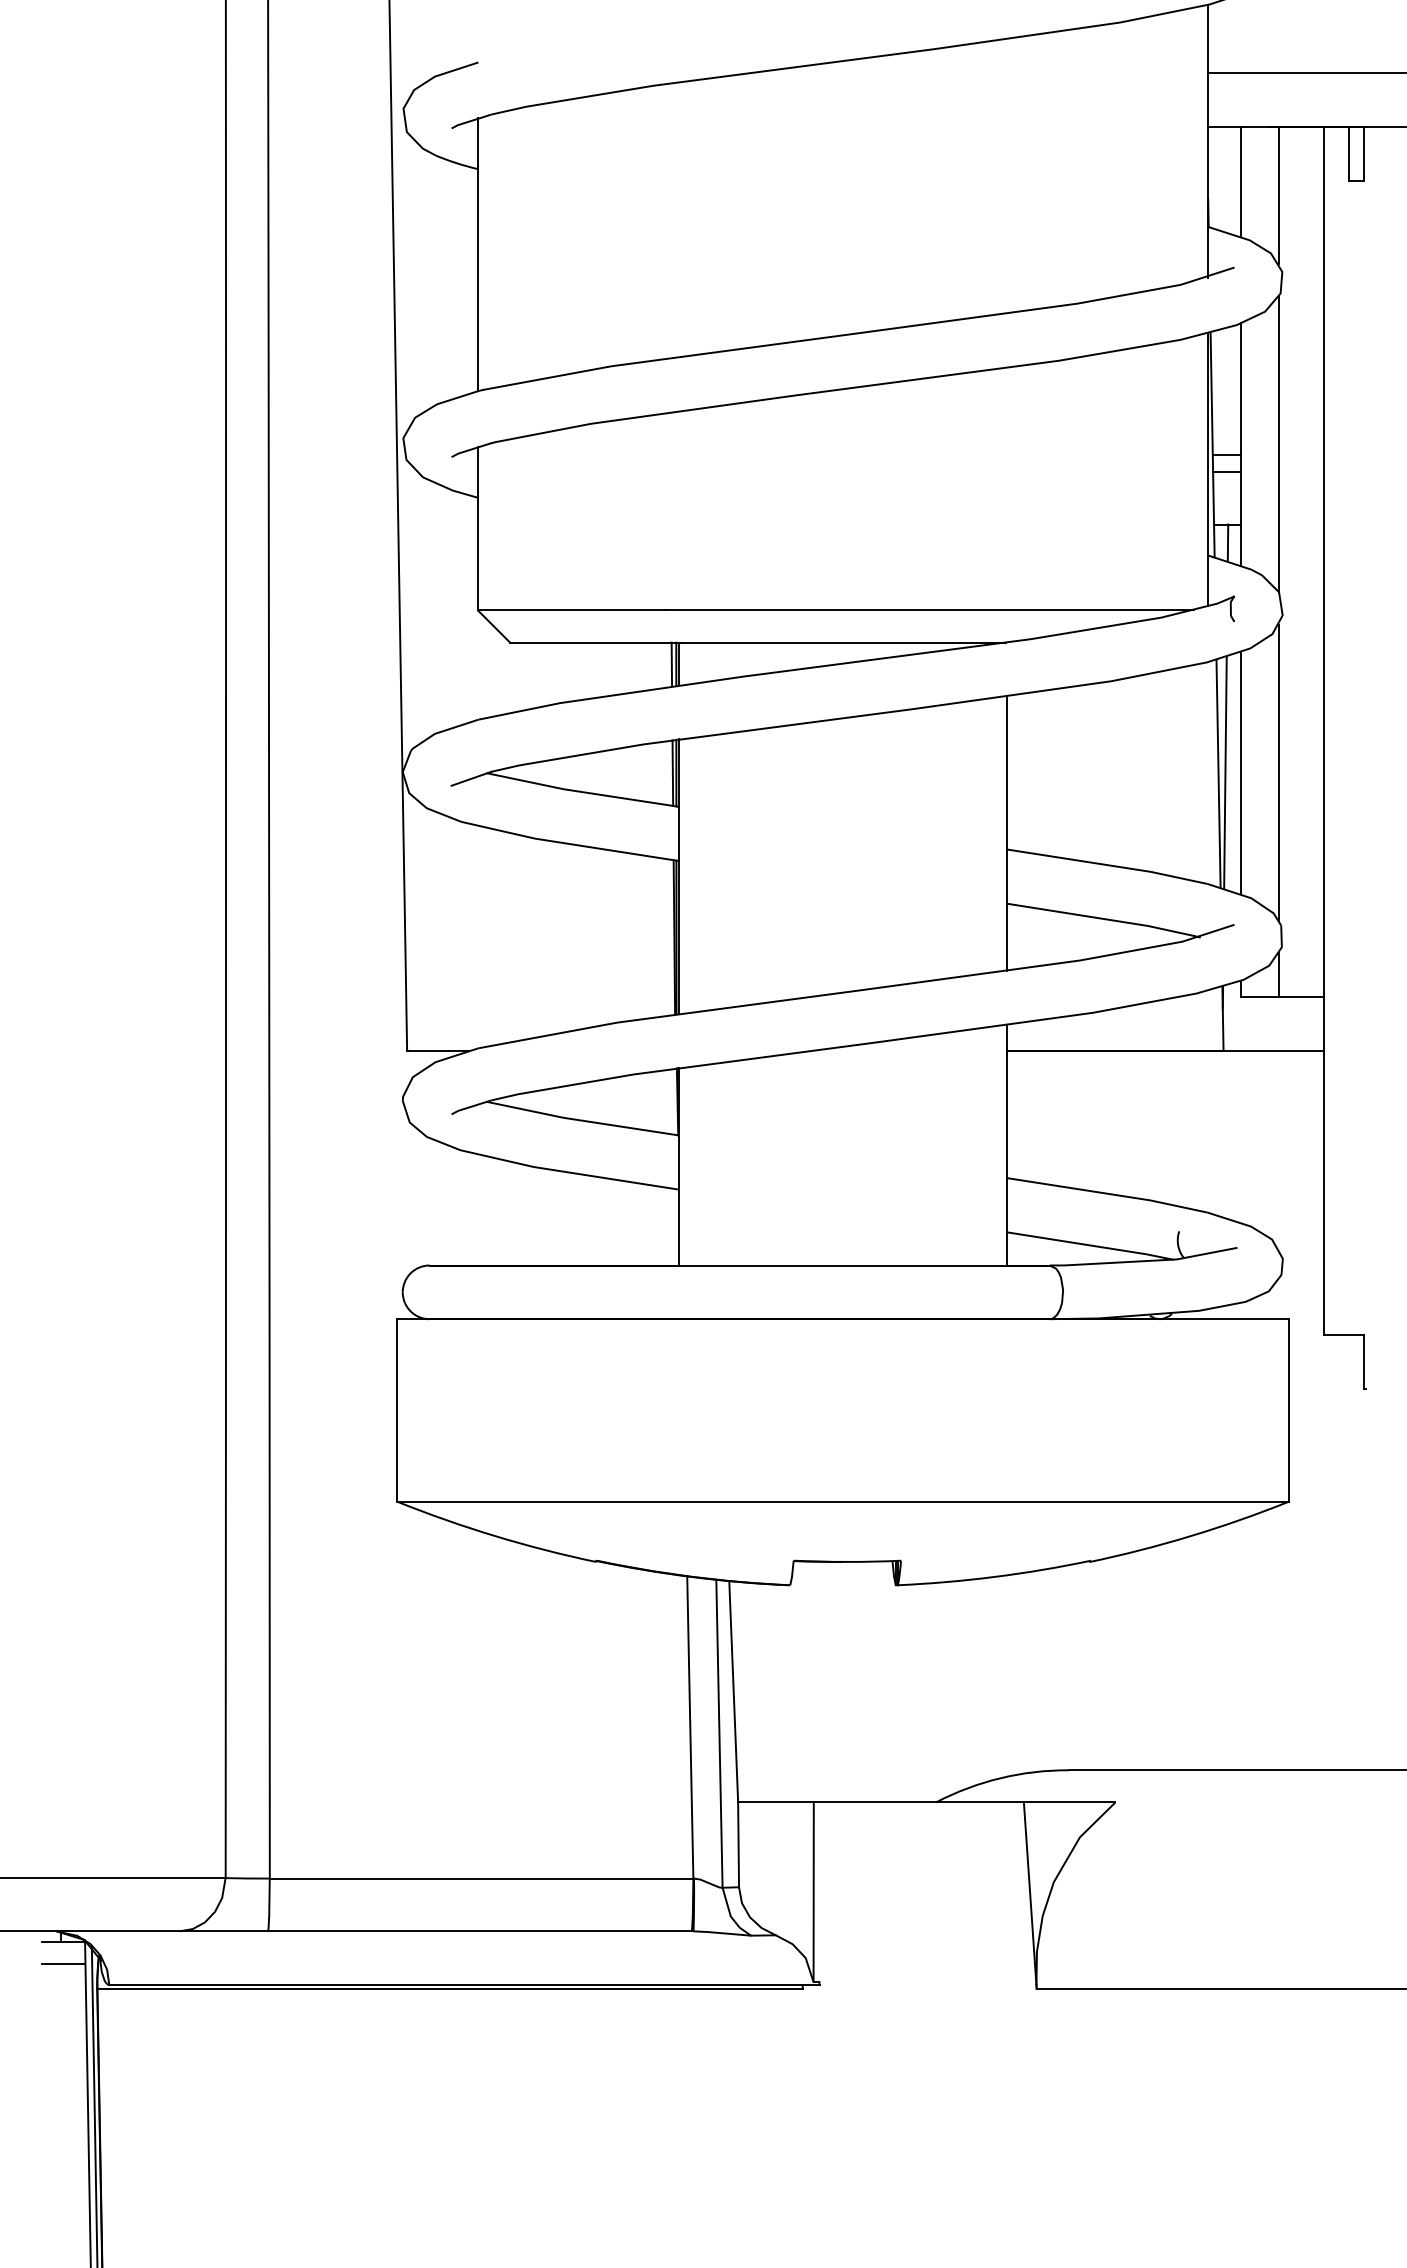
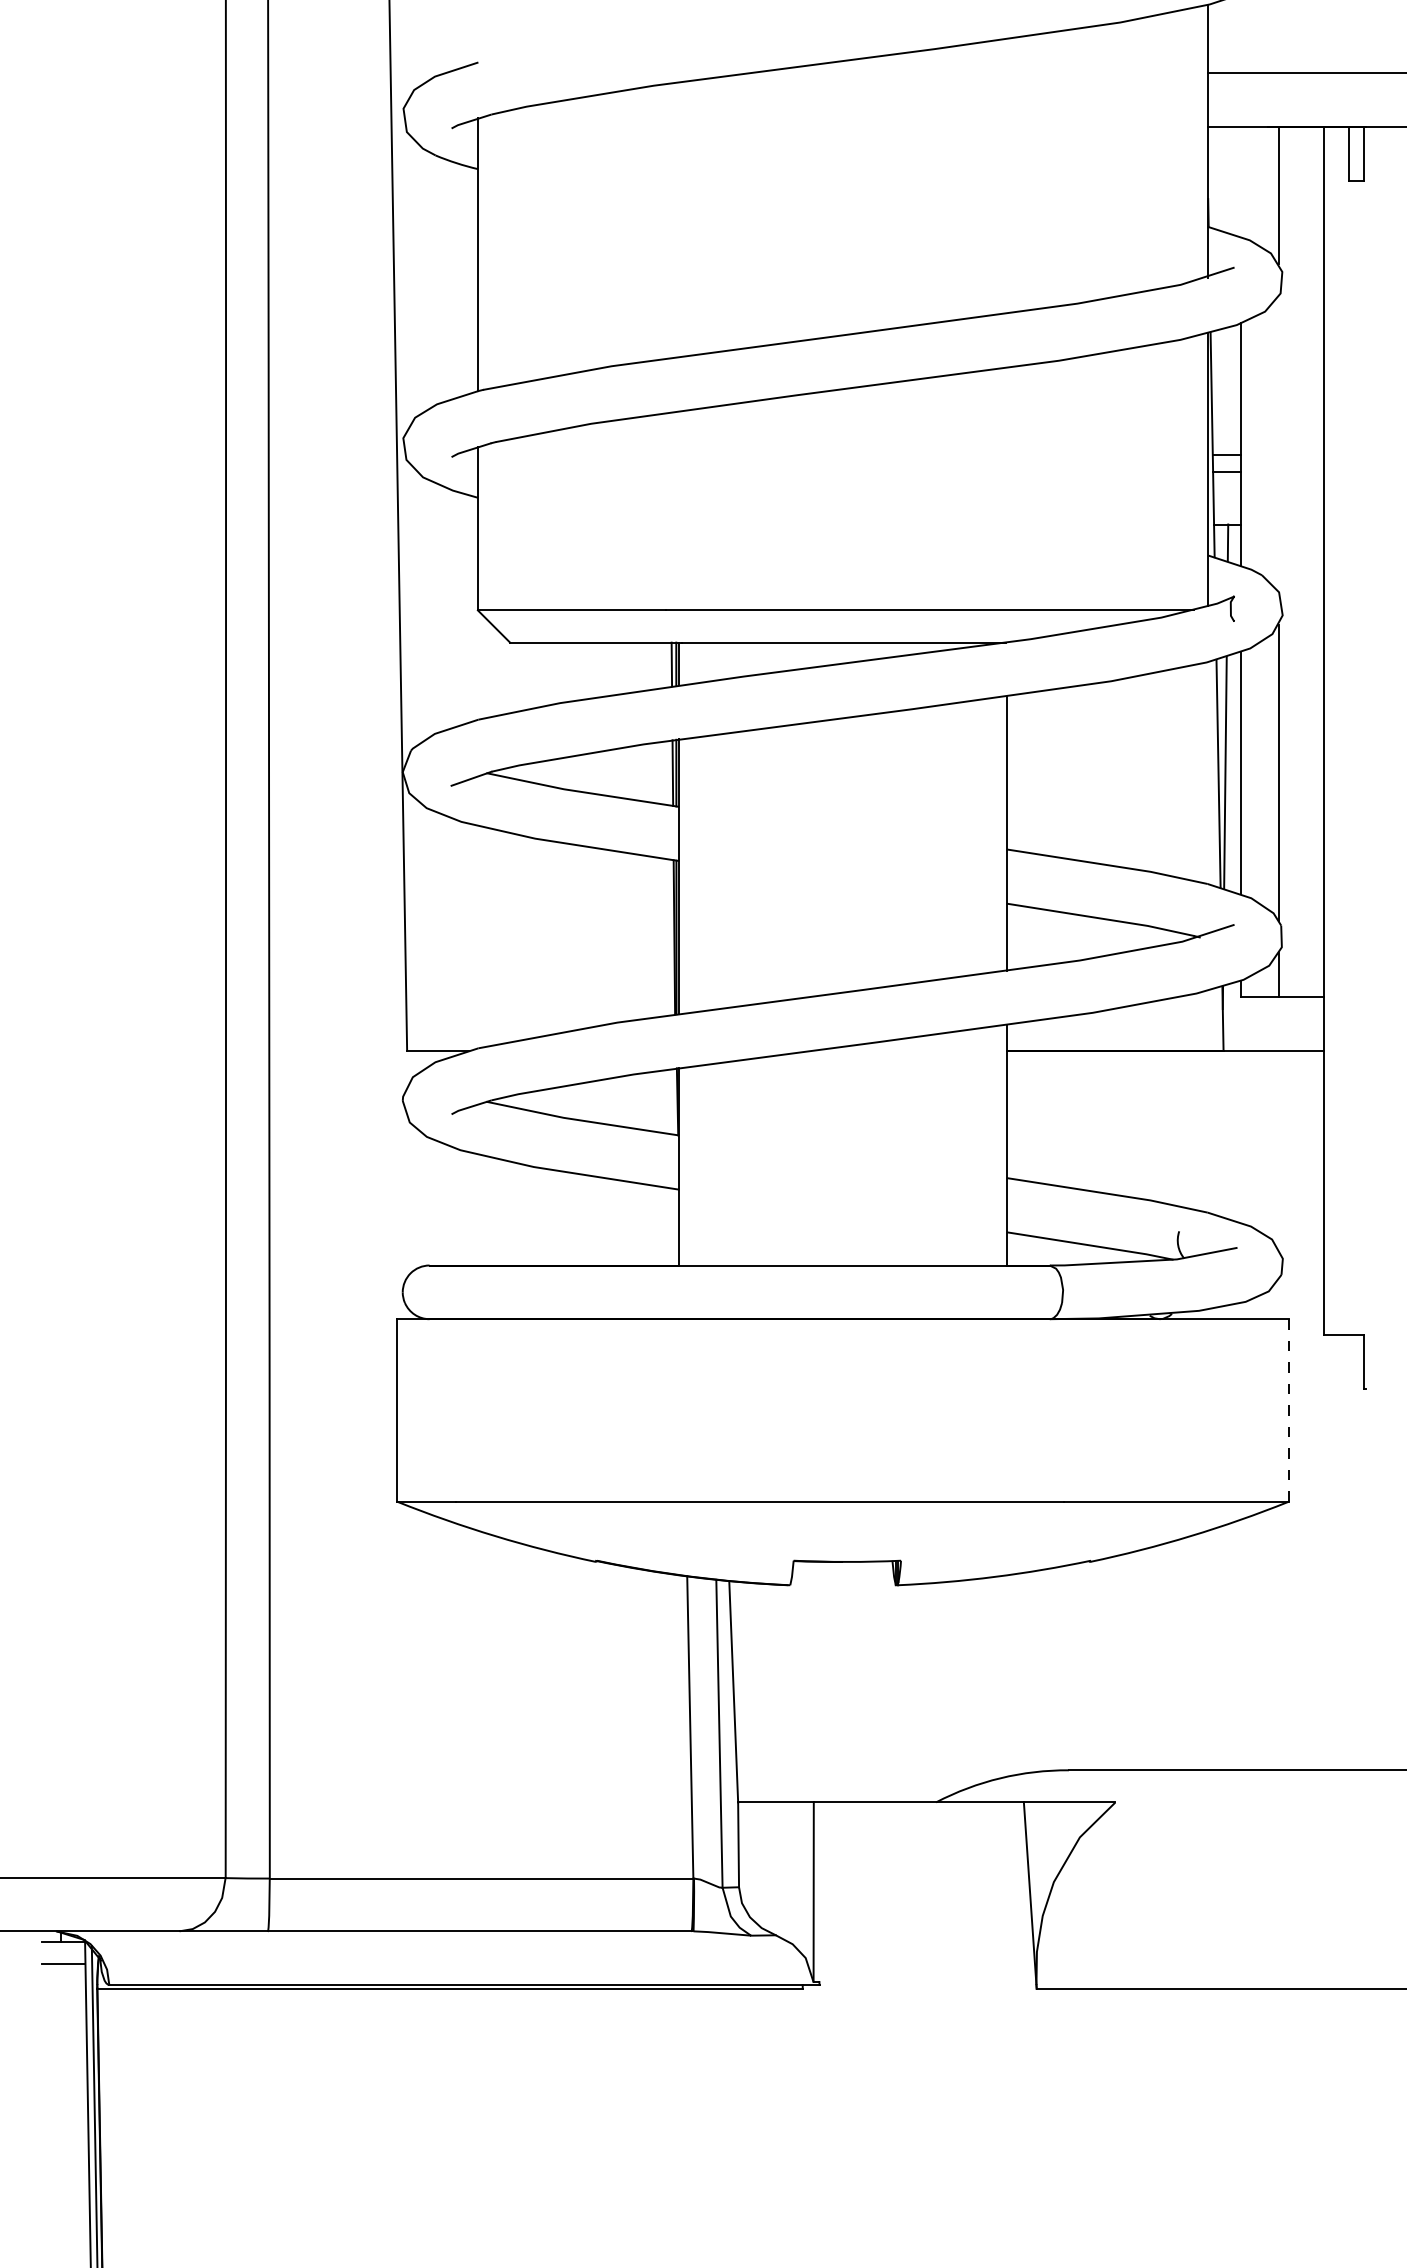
line at (1241, 181): present -> none
line at (1279, 444): present -> none
line at (1288, 1409): solid -> dashed
